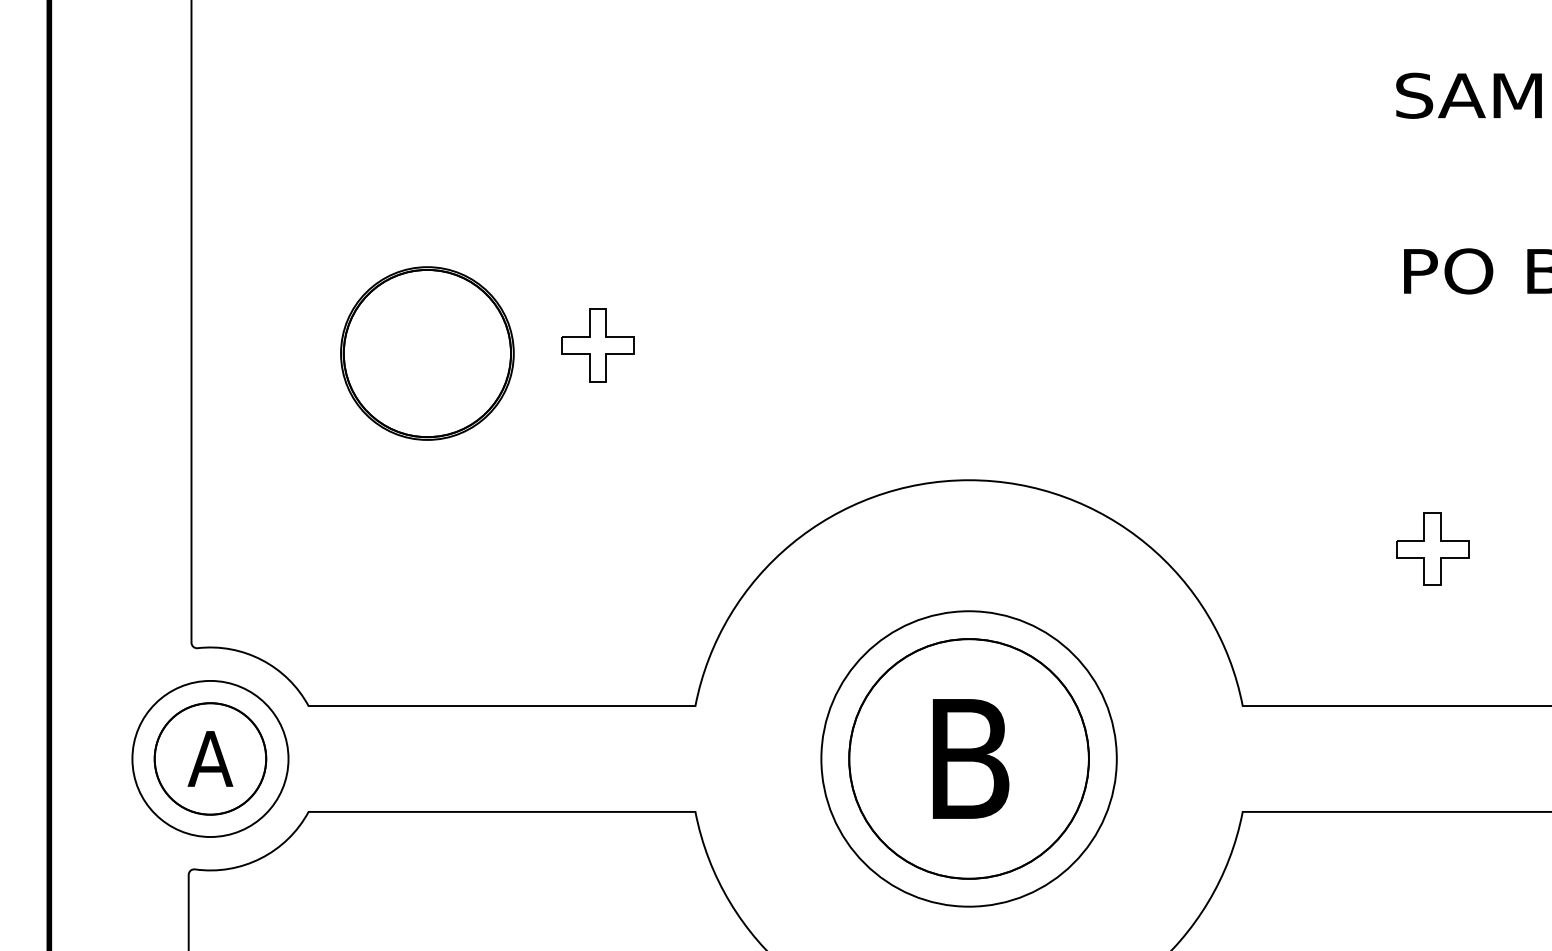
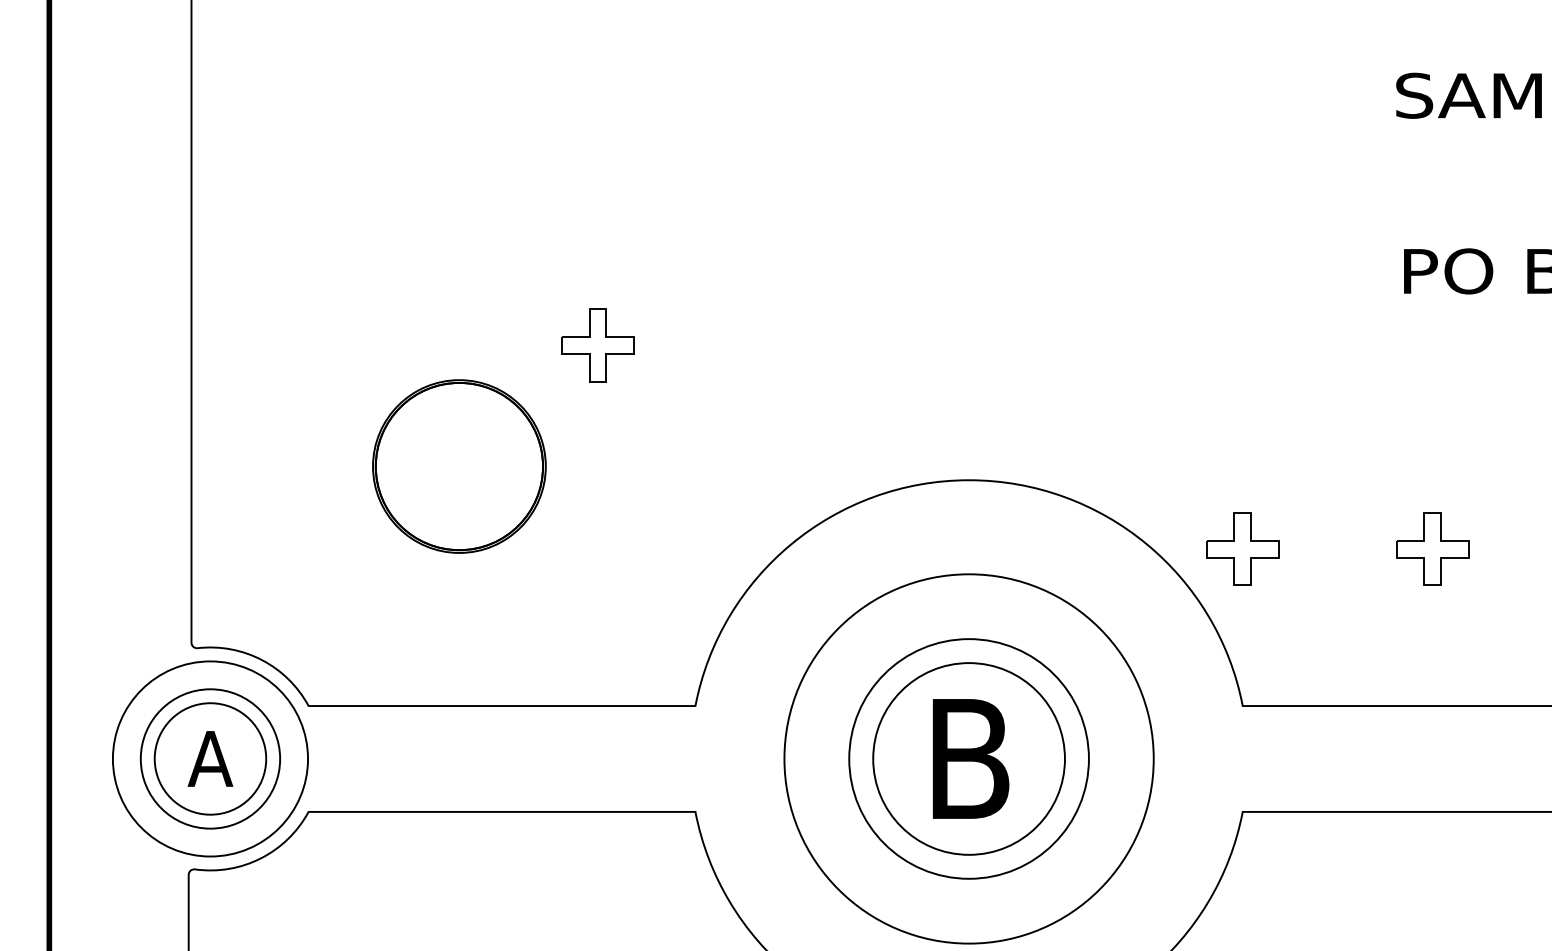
part at (427, 353) position: (427, 353) -> (459, 466)
part at (1242, 548): none -> present
circle at (210, 758) diameter: 111 px -> 139 px
circle at (210, 758) diameter: 156 px -> 195 px
circle at (968, 758) diameter: 240 px -> 192 px
circle at (968, 758) diameter: 295 px -> 369 px
